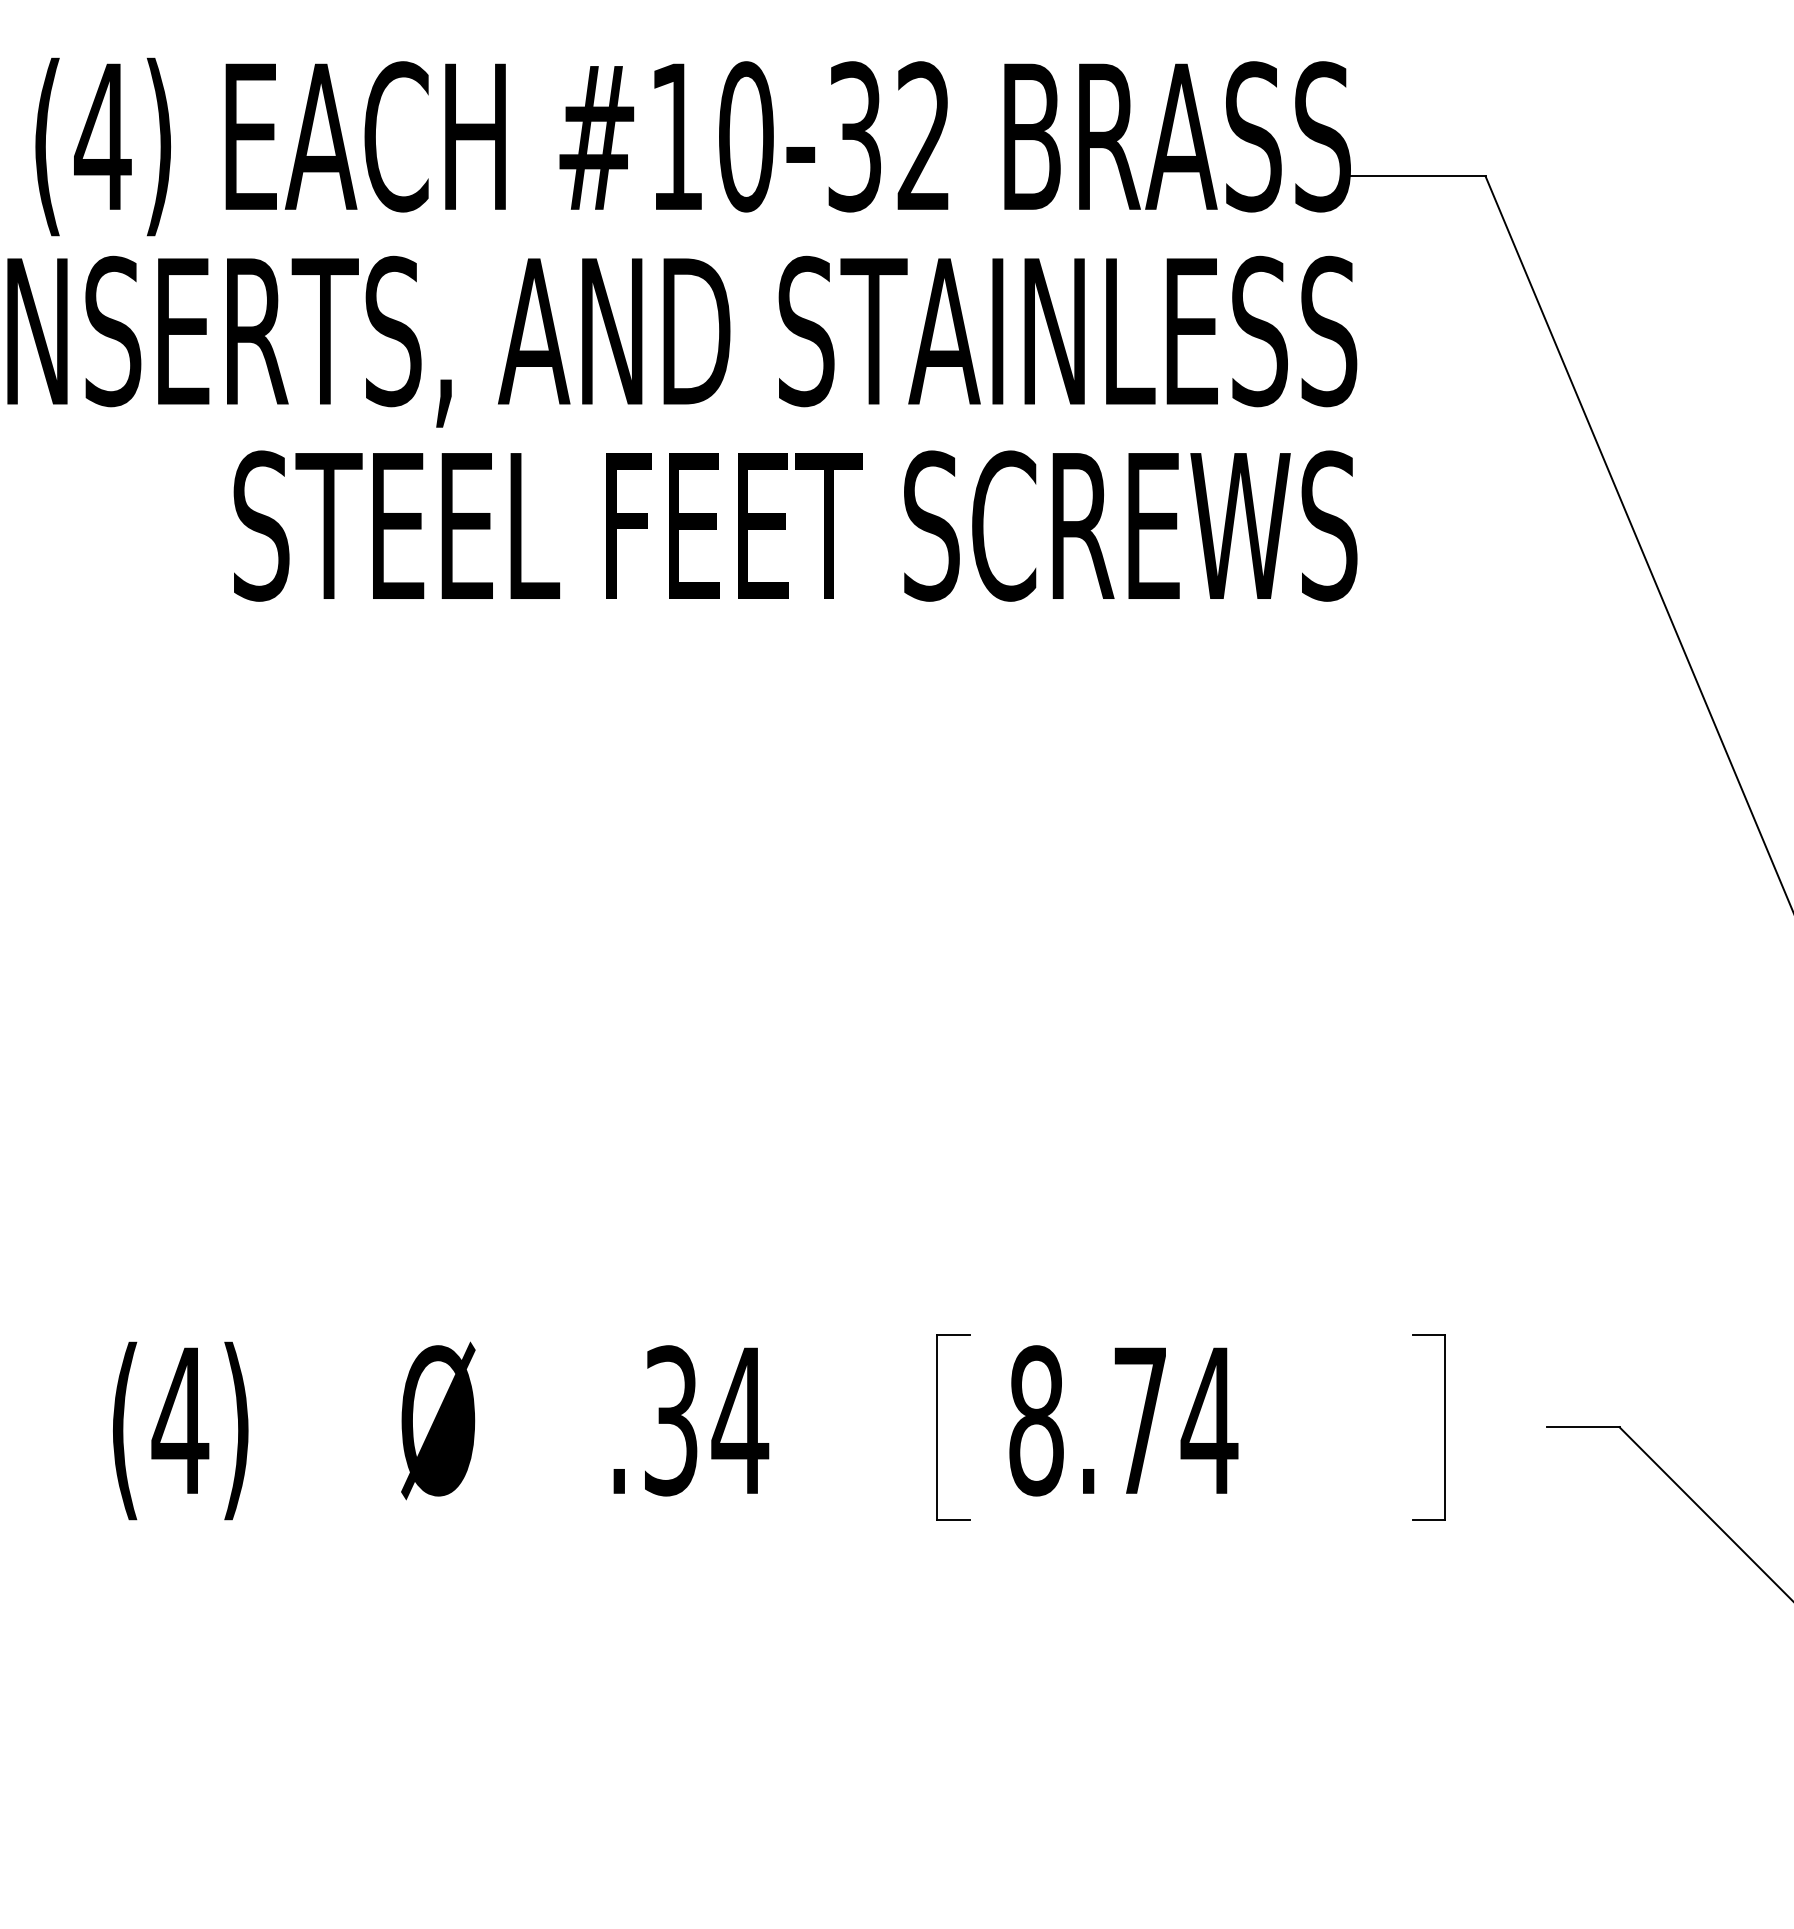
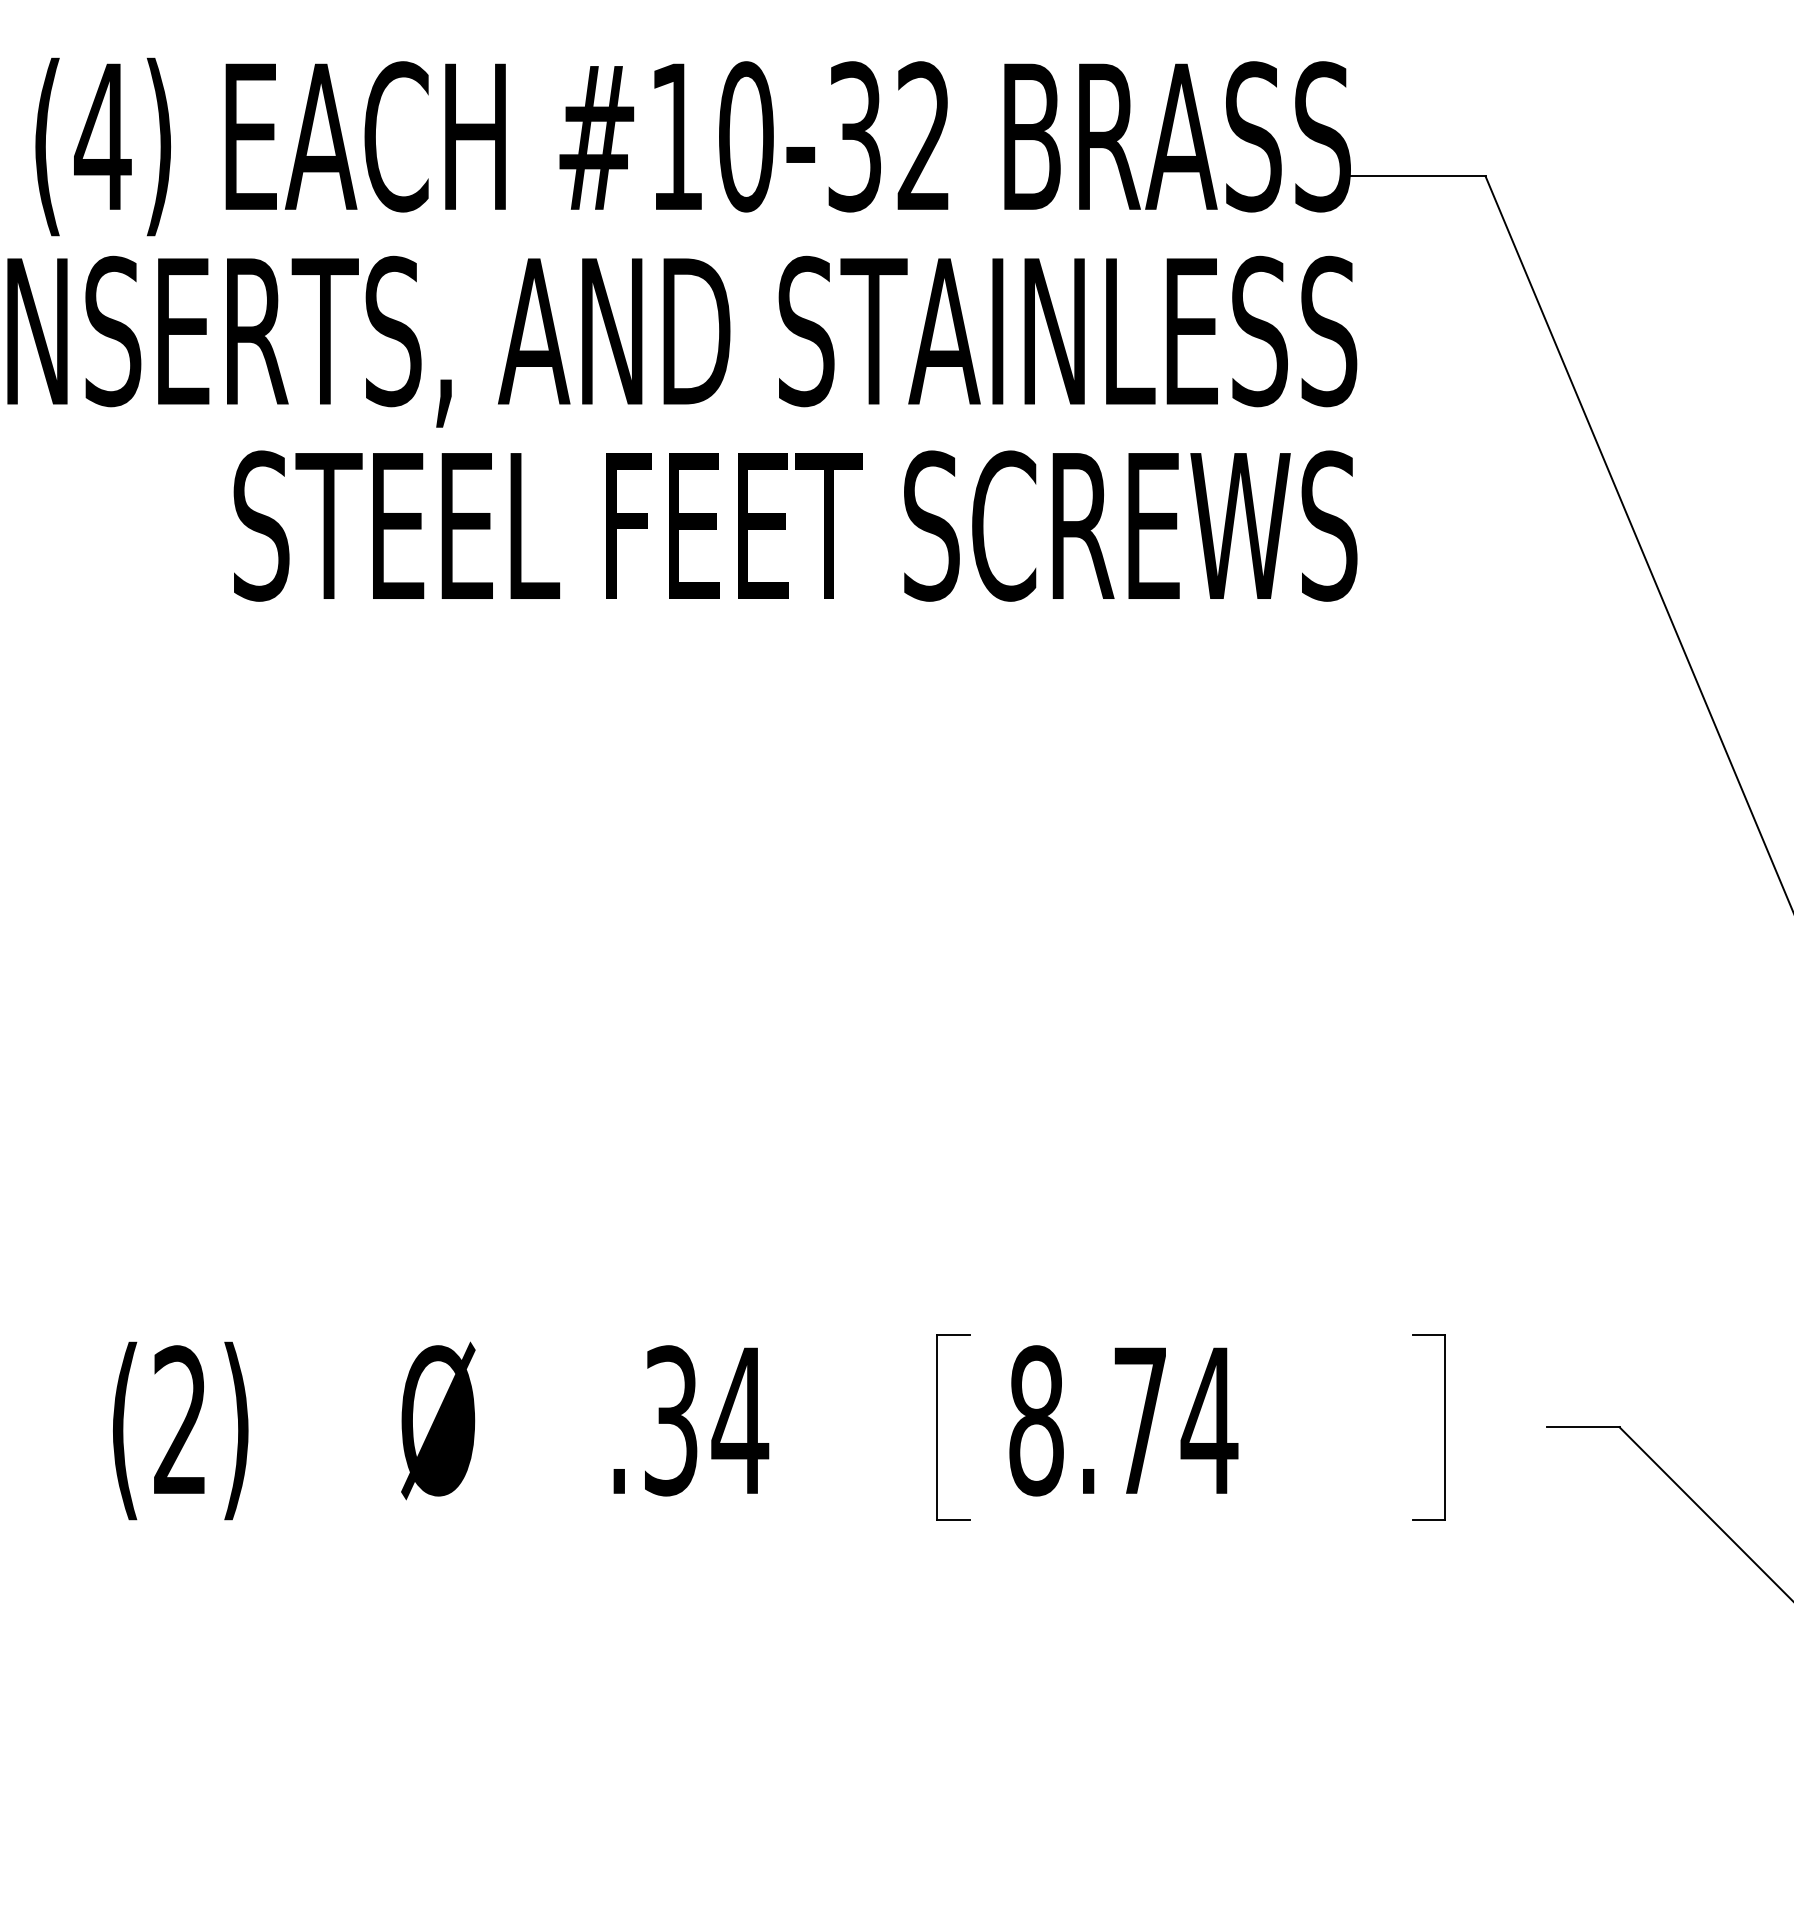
text at (180, 1419): (4) -> (2)
